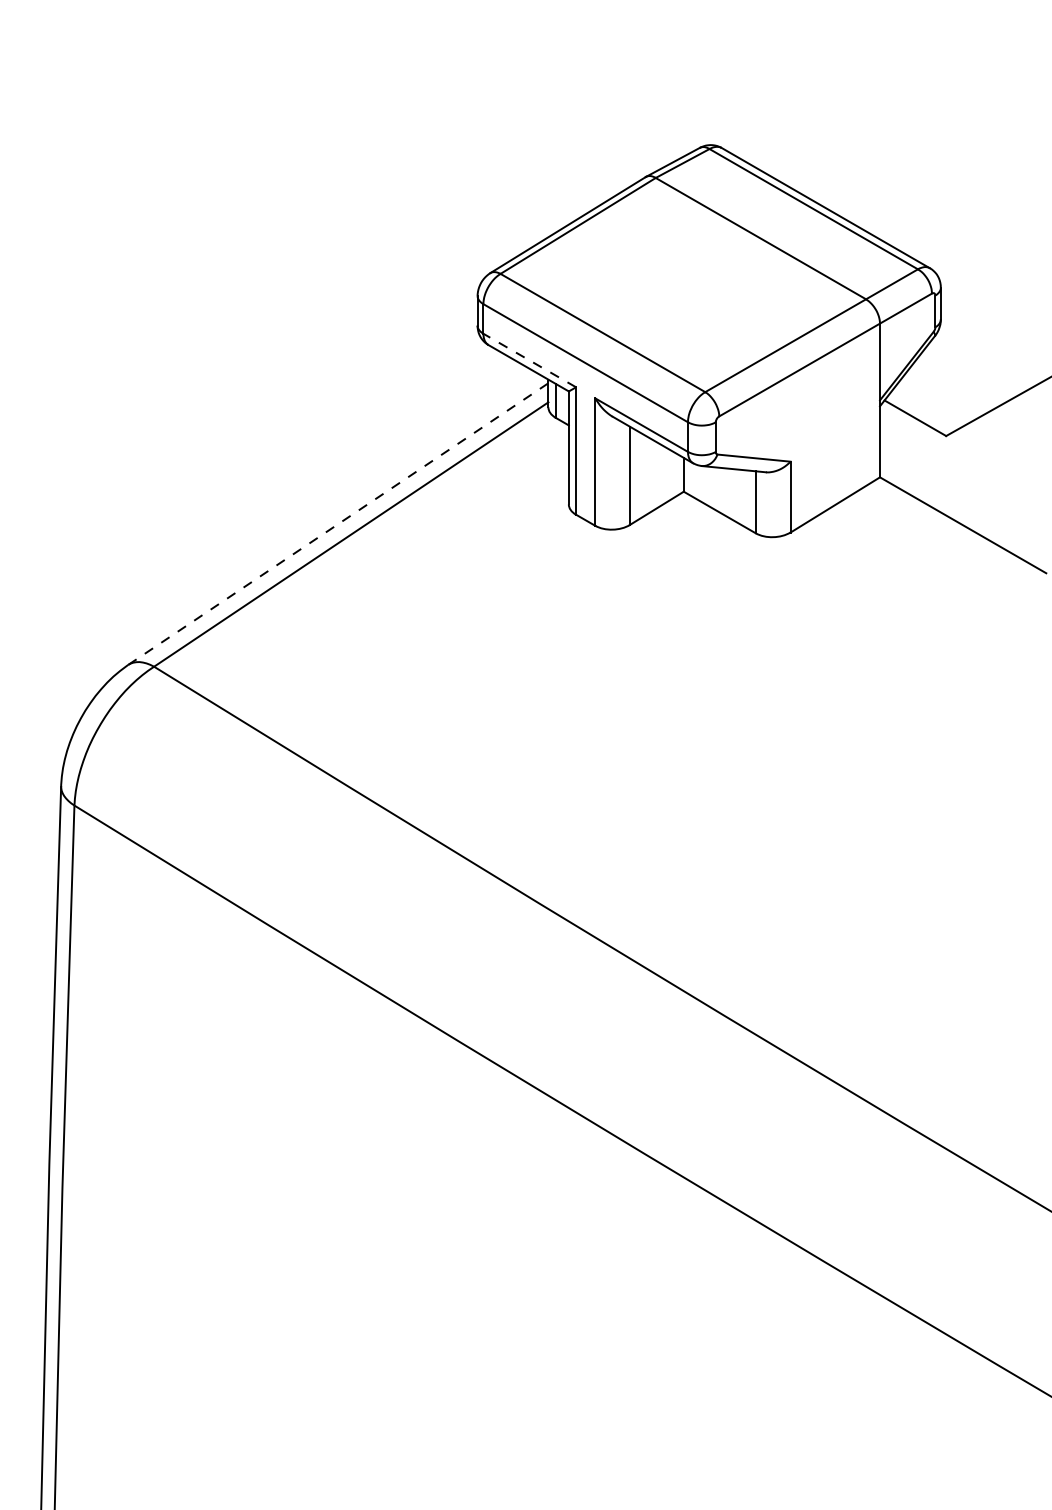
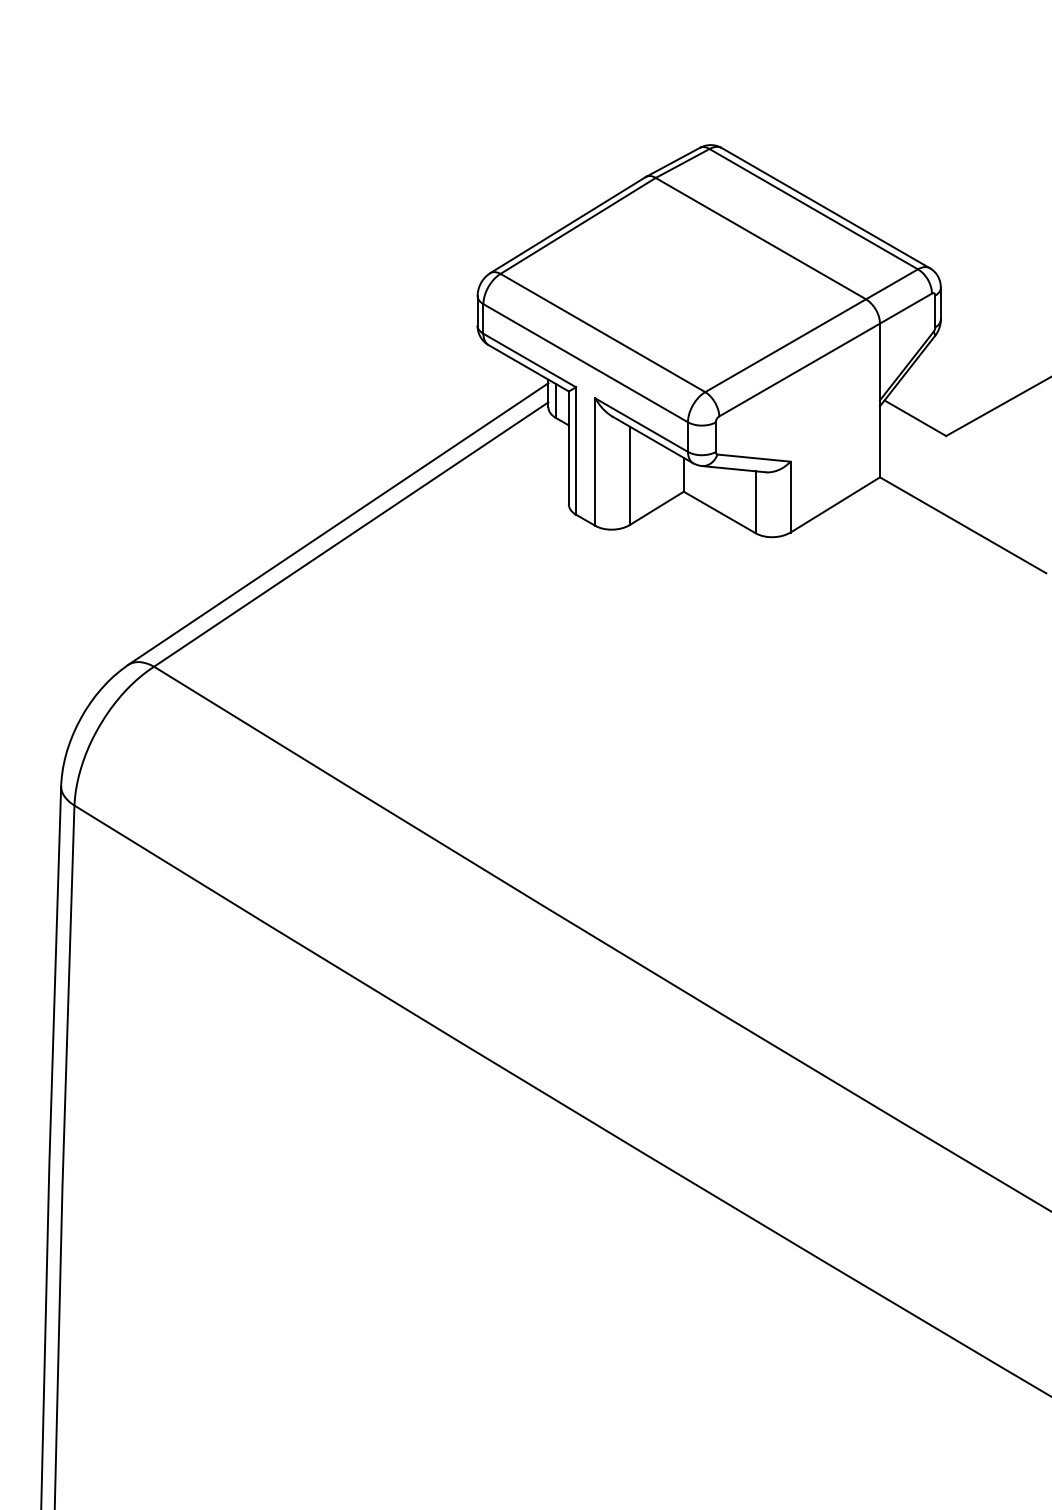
line at (529, 360): dashed -> solid
line at (338, 524): dashed -> solid
